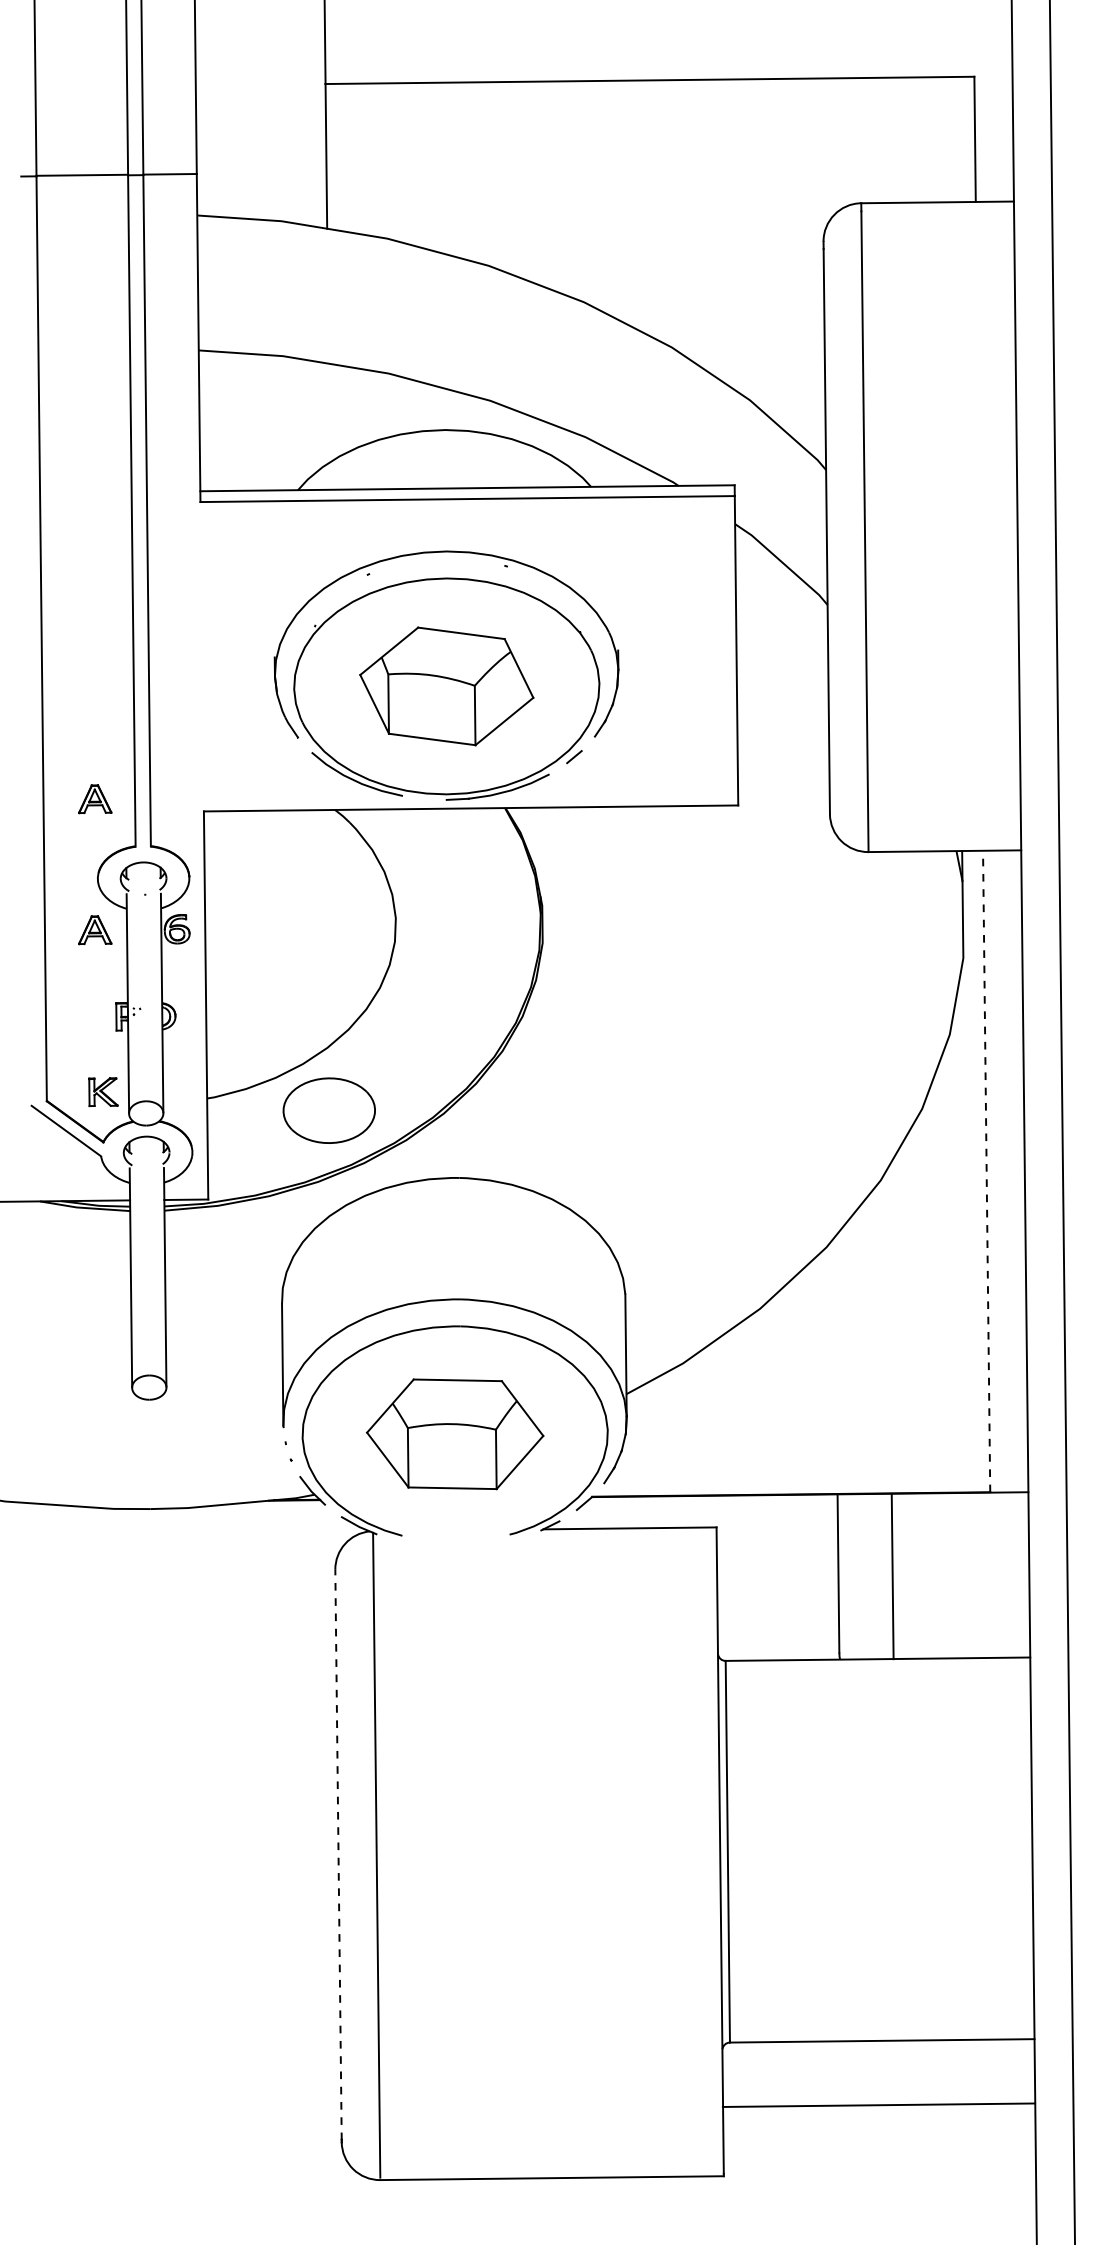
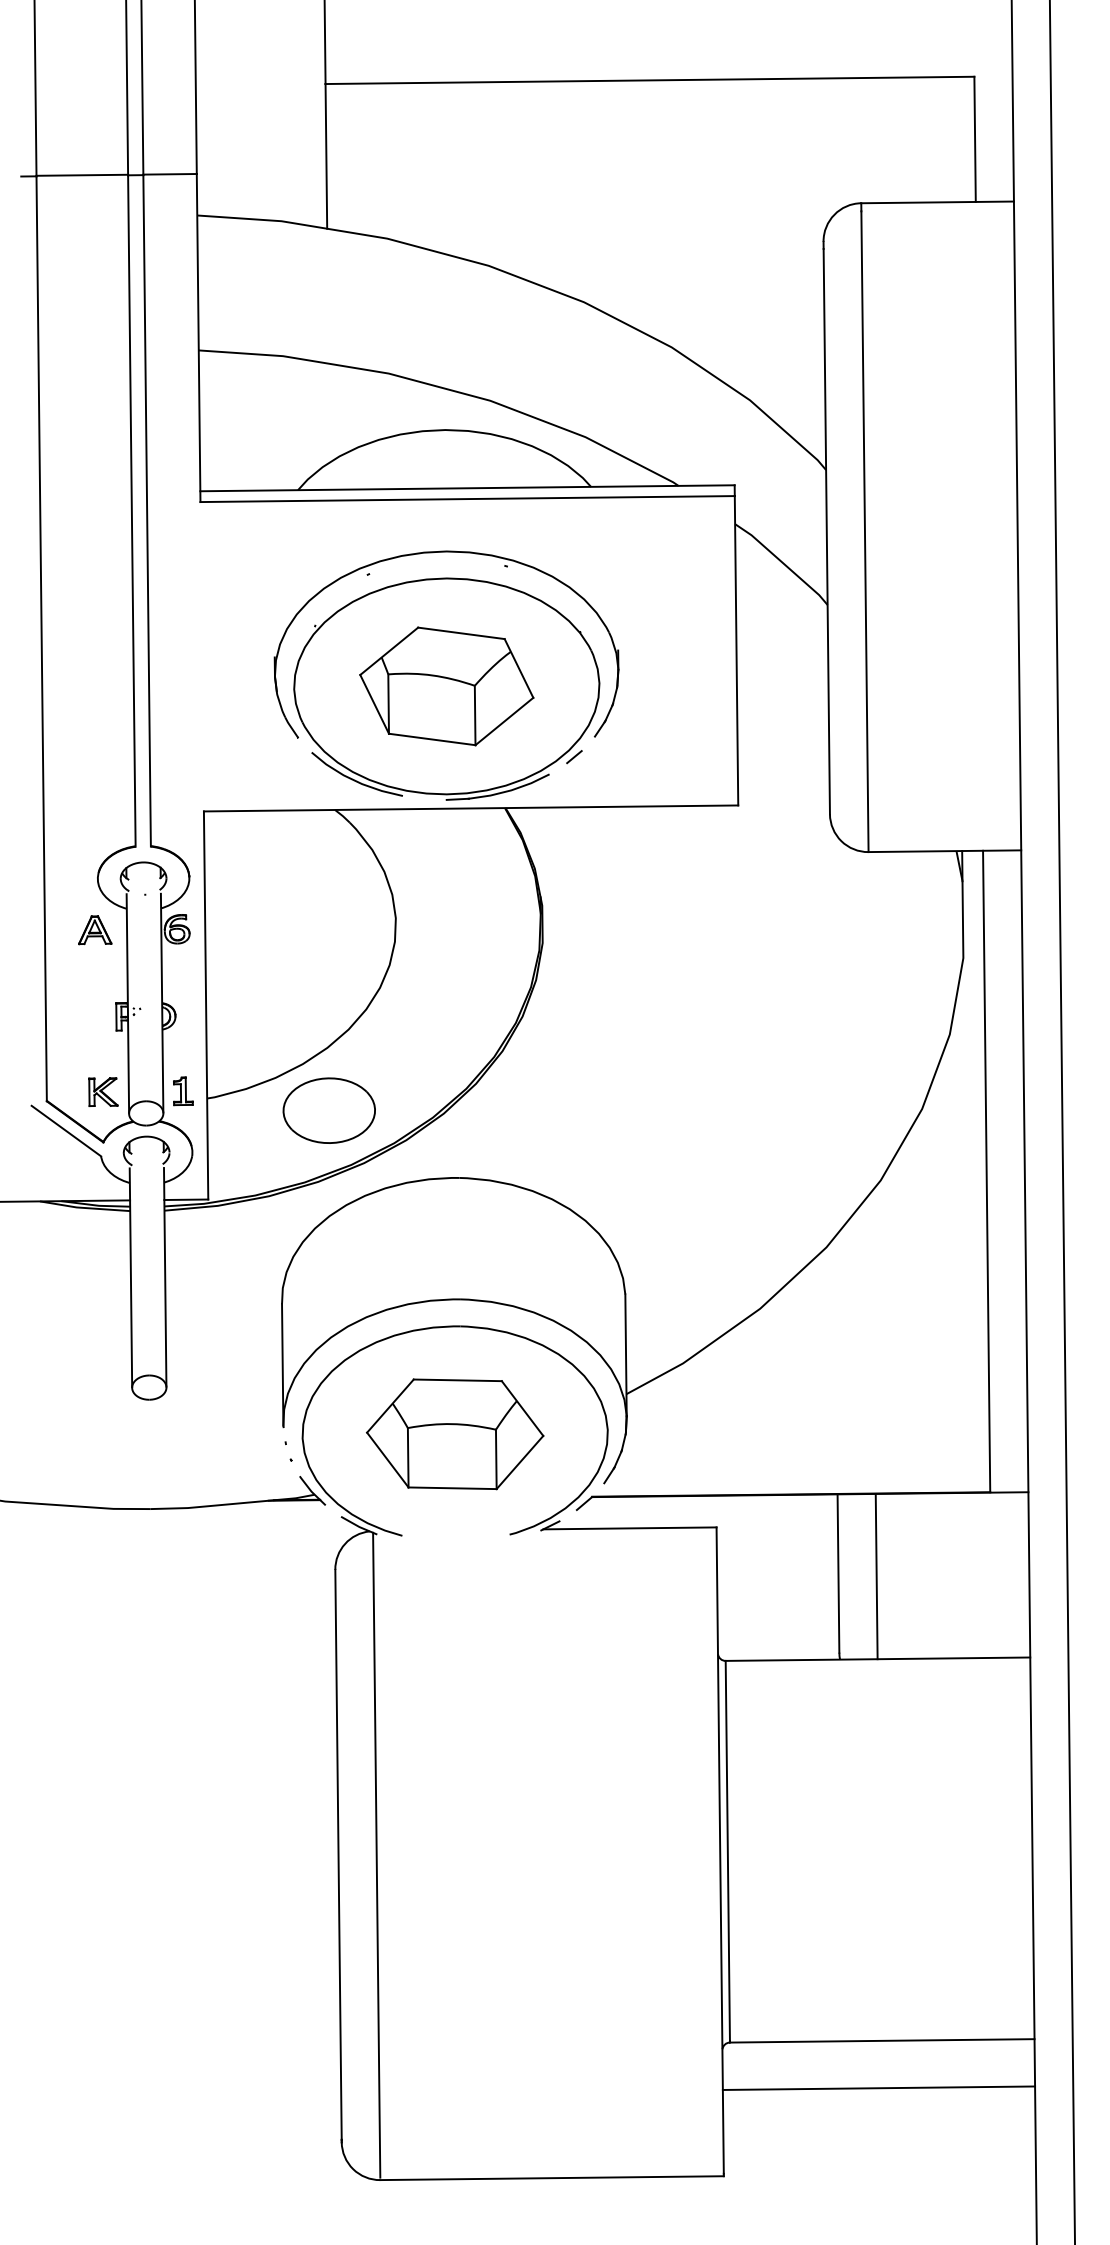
part at (95, 799): present -> none
part at (183, 1091): none -> present
line at (986, 1171): dashed -> solid
line at (892, 1576) position: (892, 1576) -> (876, 1576)
line at (338, 1854): dashed -> solid
line at (878, 2104) position: (878, 2104) -> (878, 2087)
